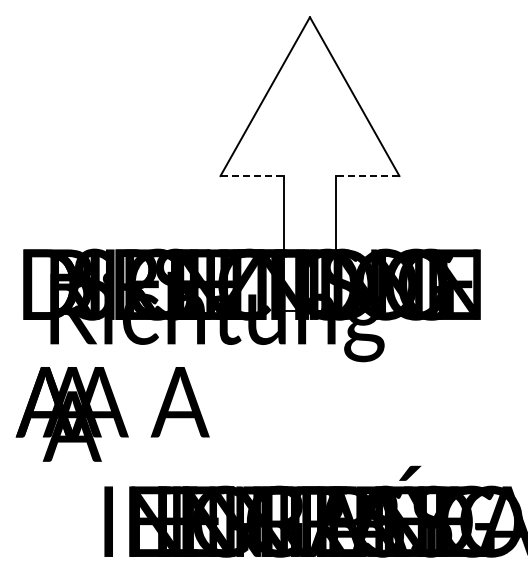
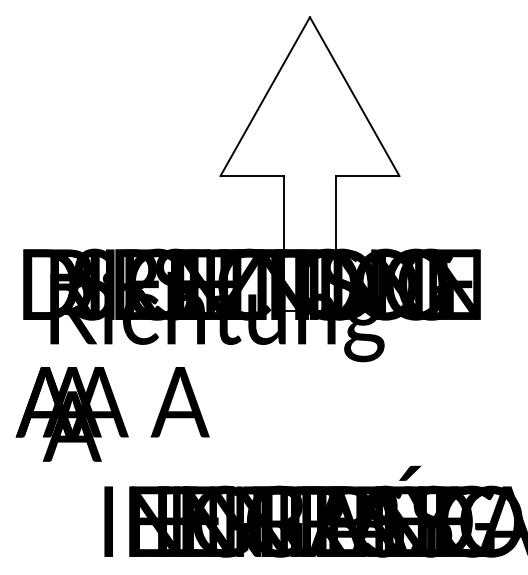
line at (252, 176): dashed -> solid
line at (367, 176): dashed -> solid
